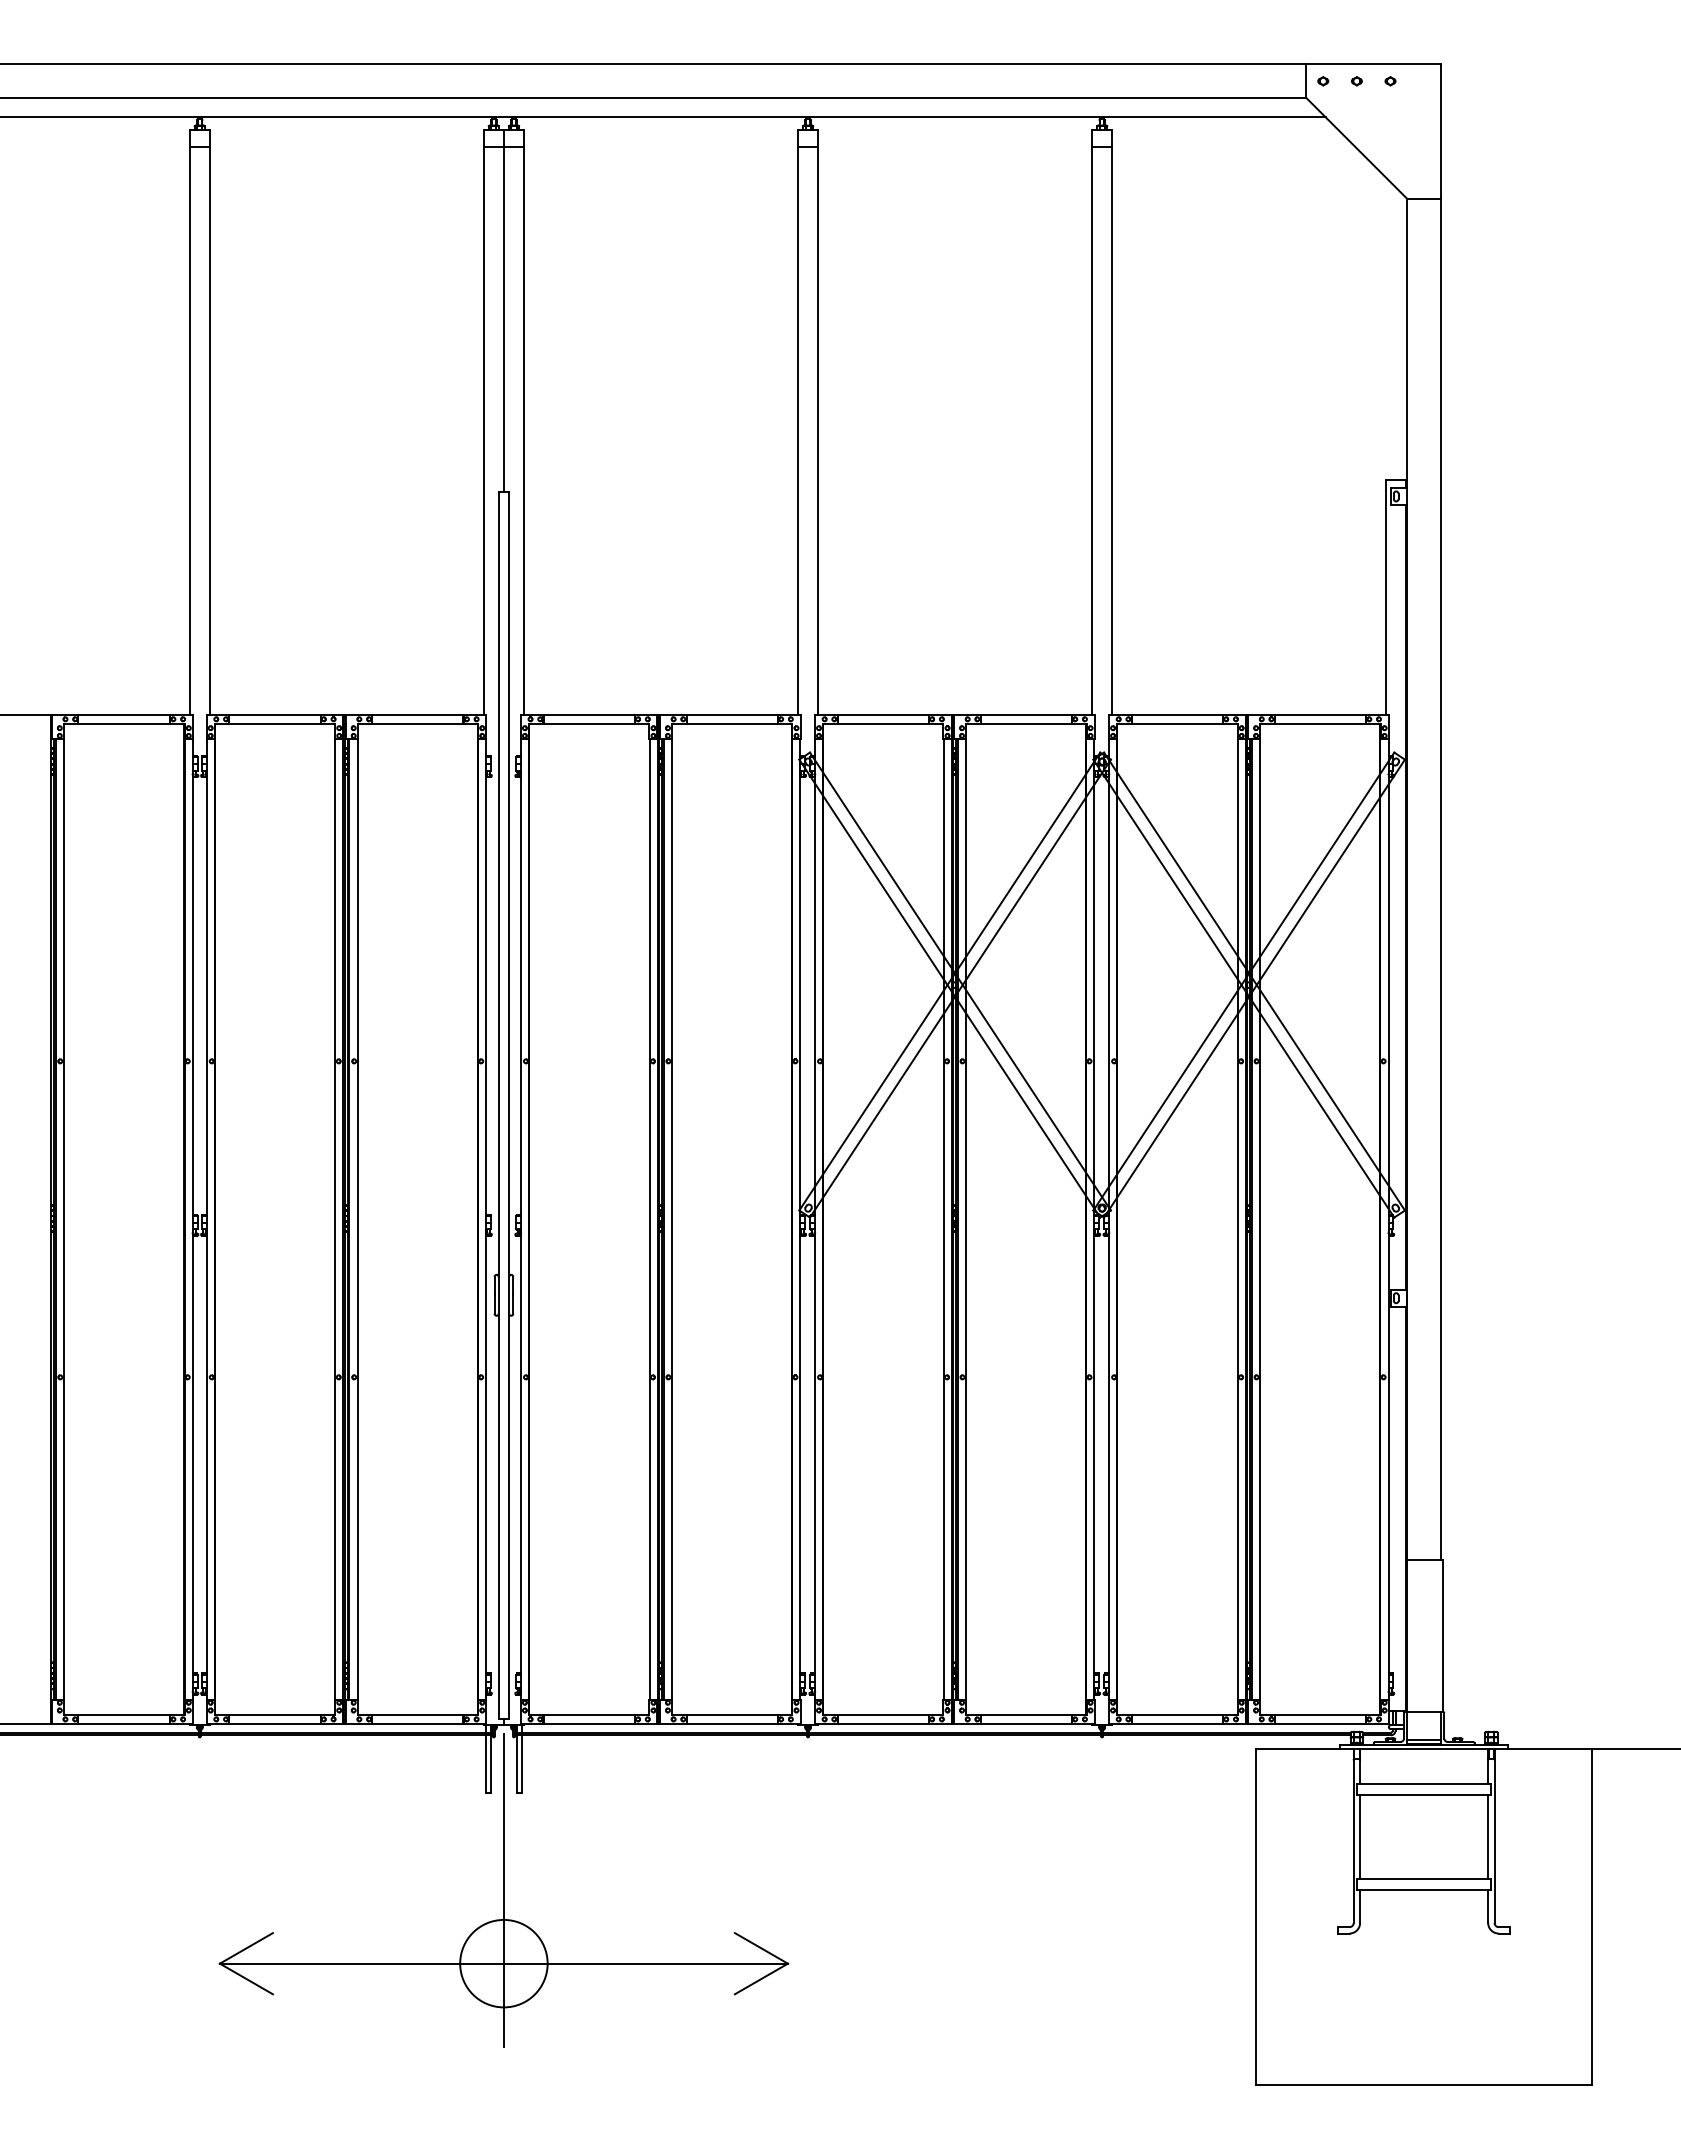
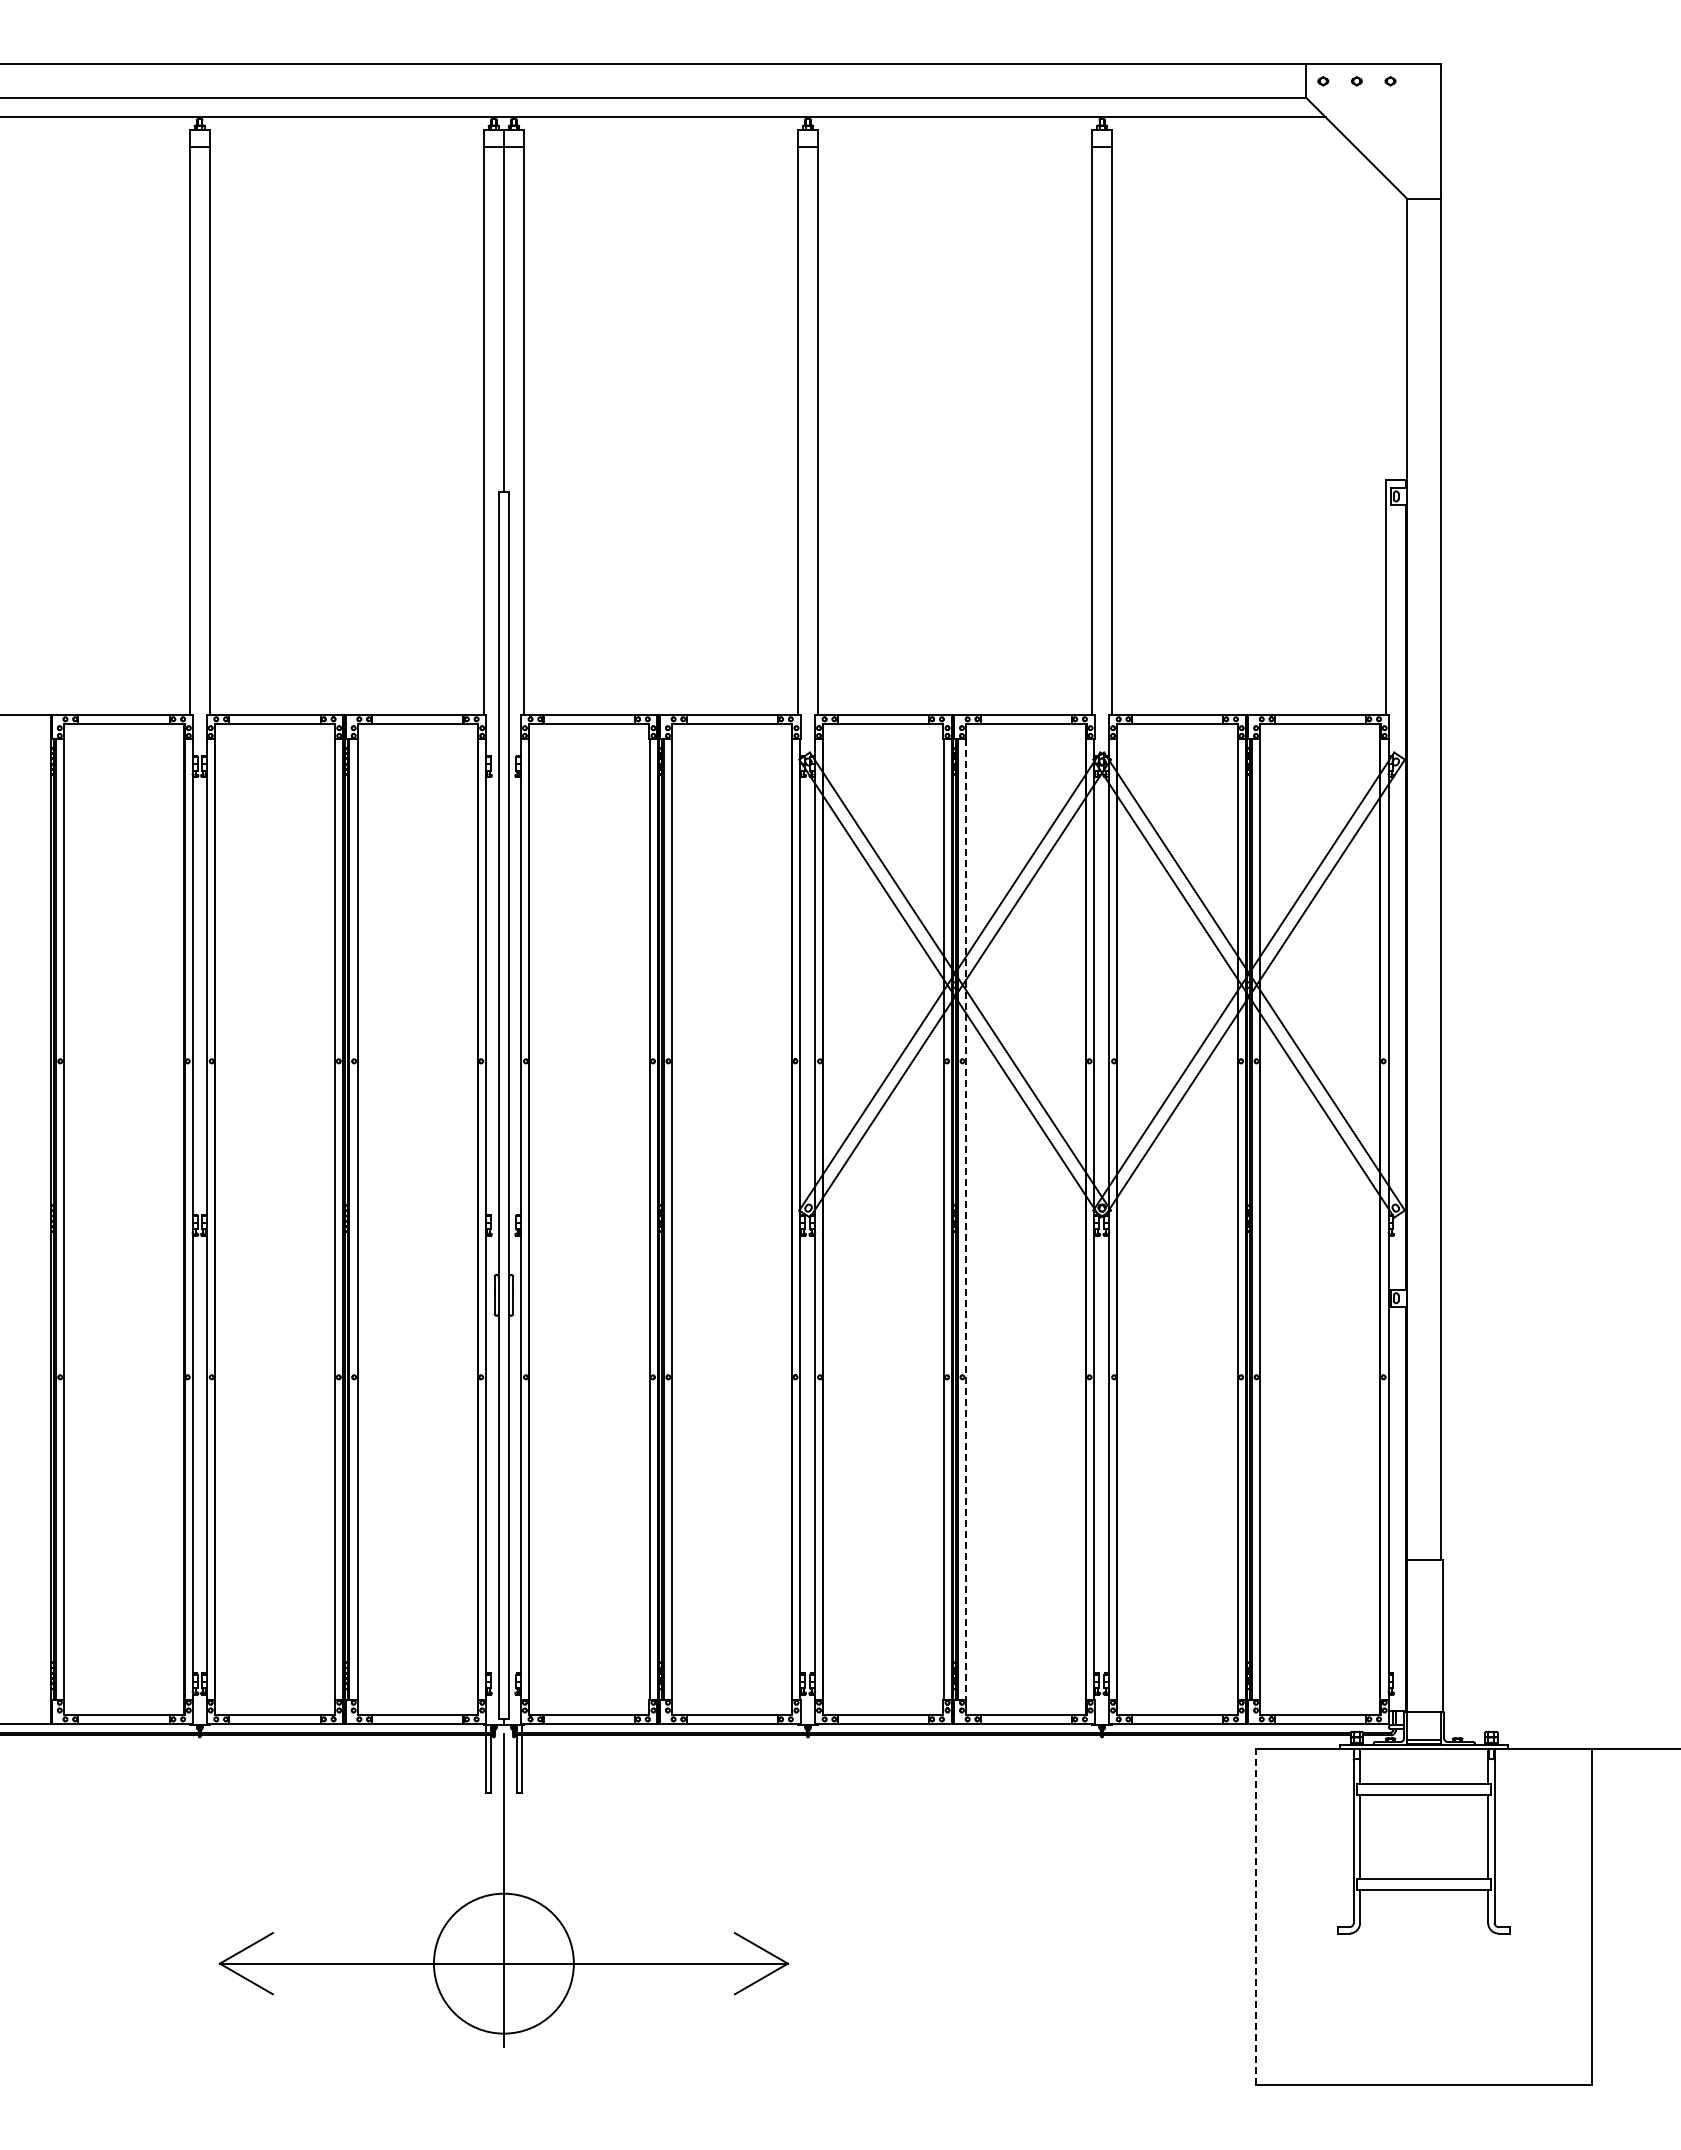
line at (965, 1219): solid -> dashed
line at (1256, 1916): solid -> dashed
circle at (503, 1963) diameter: 87 px -> 140 px
